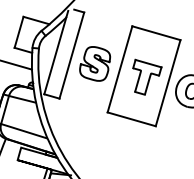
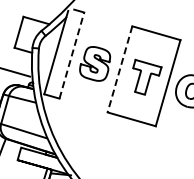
line at (71, 55): solid -> dashed
line at (17, 65) position: (17, 65) -> (16, 72)
line at (120, 69): solid -> dashed
